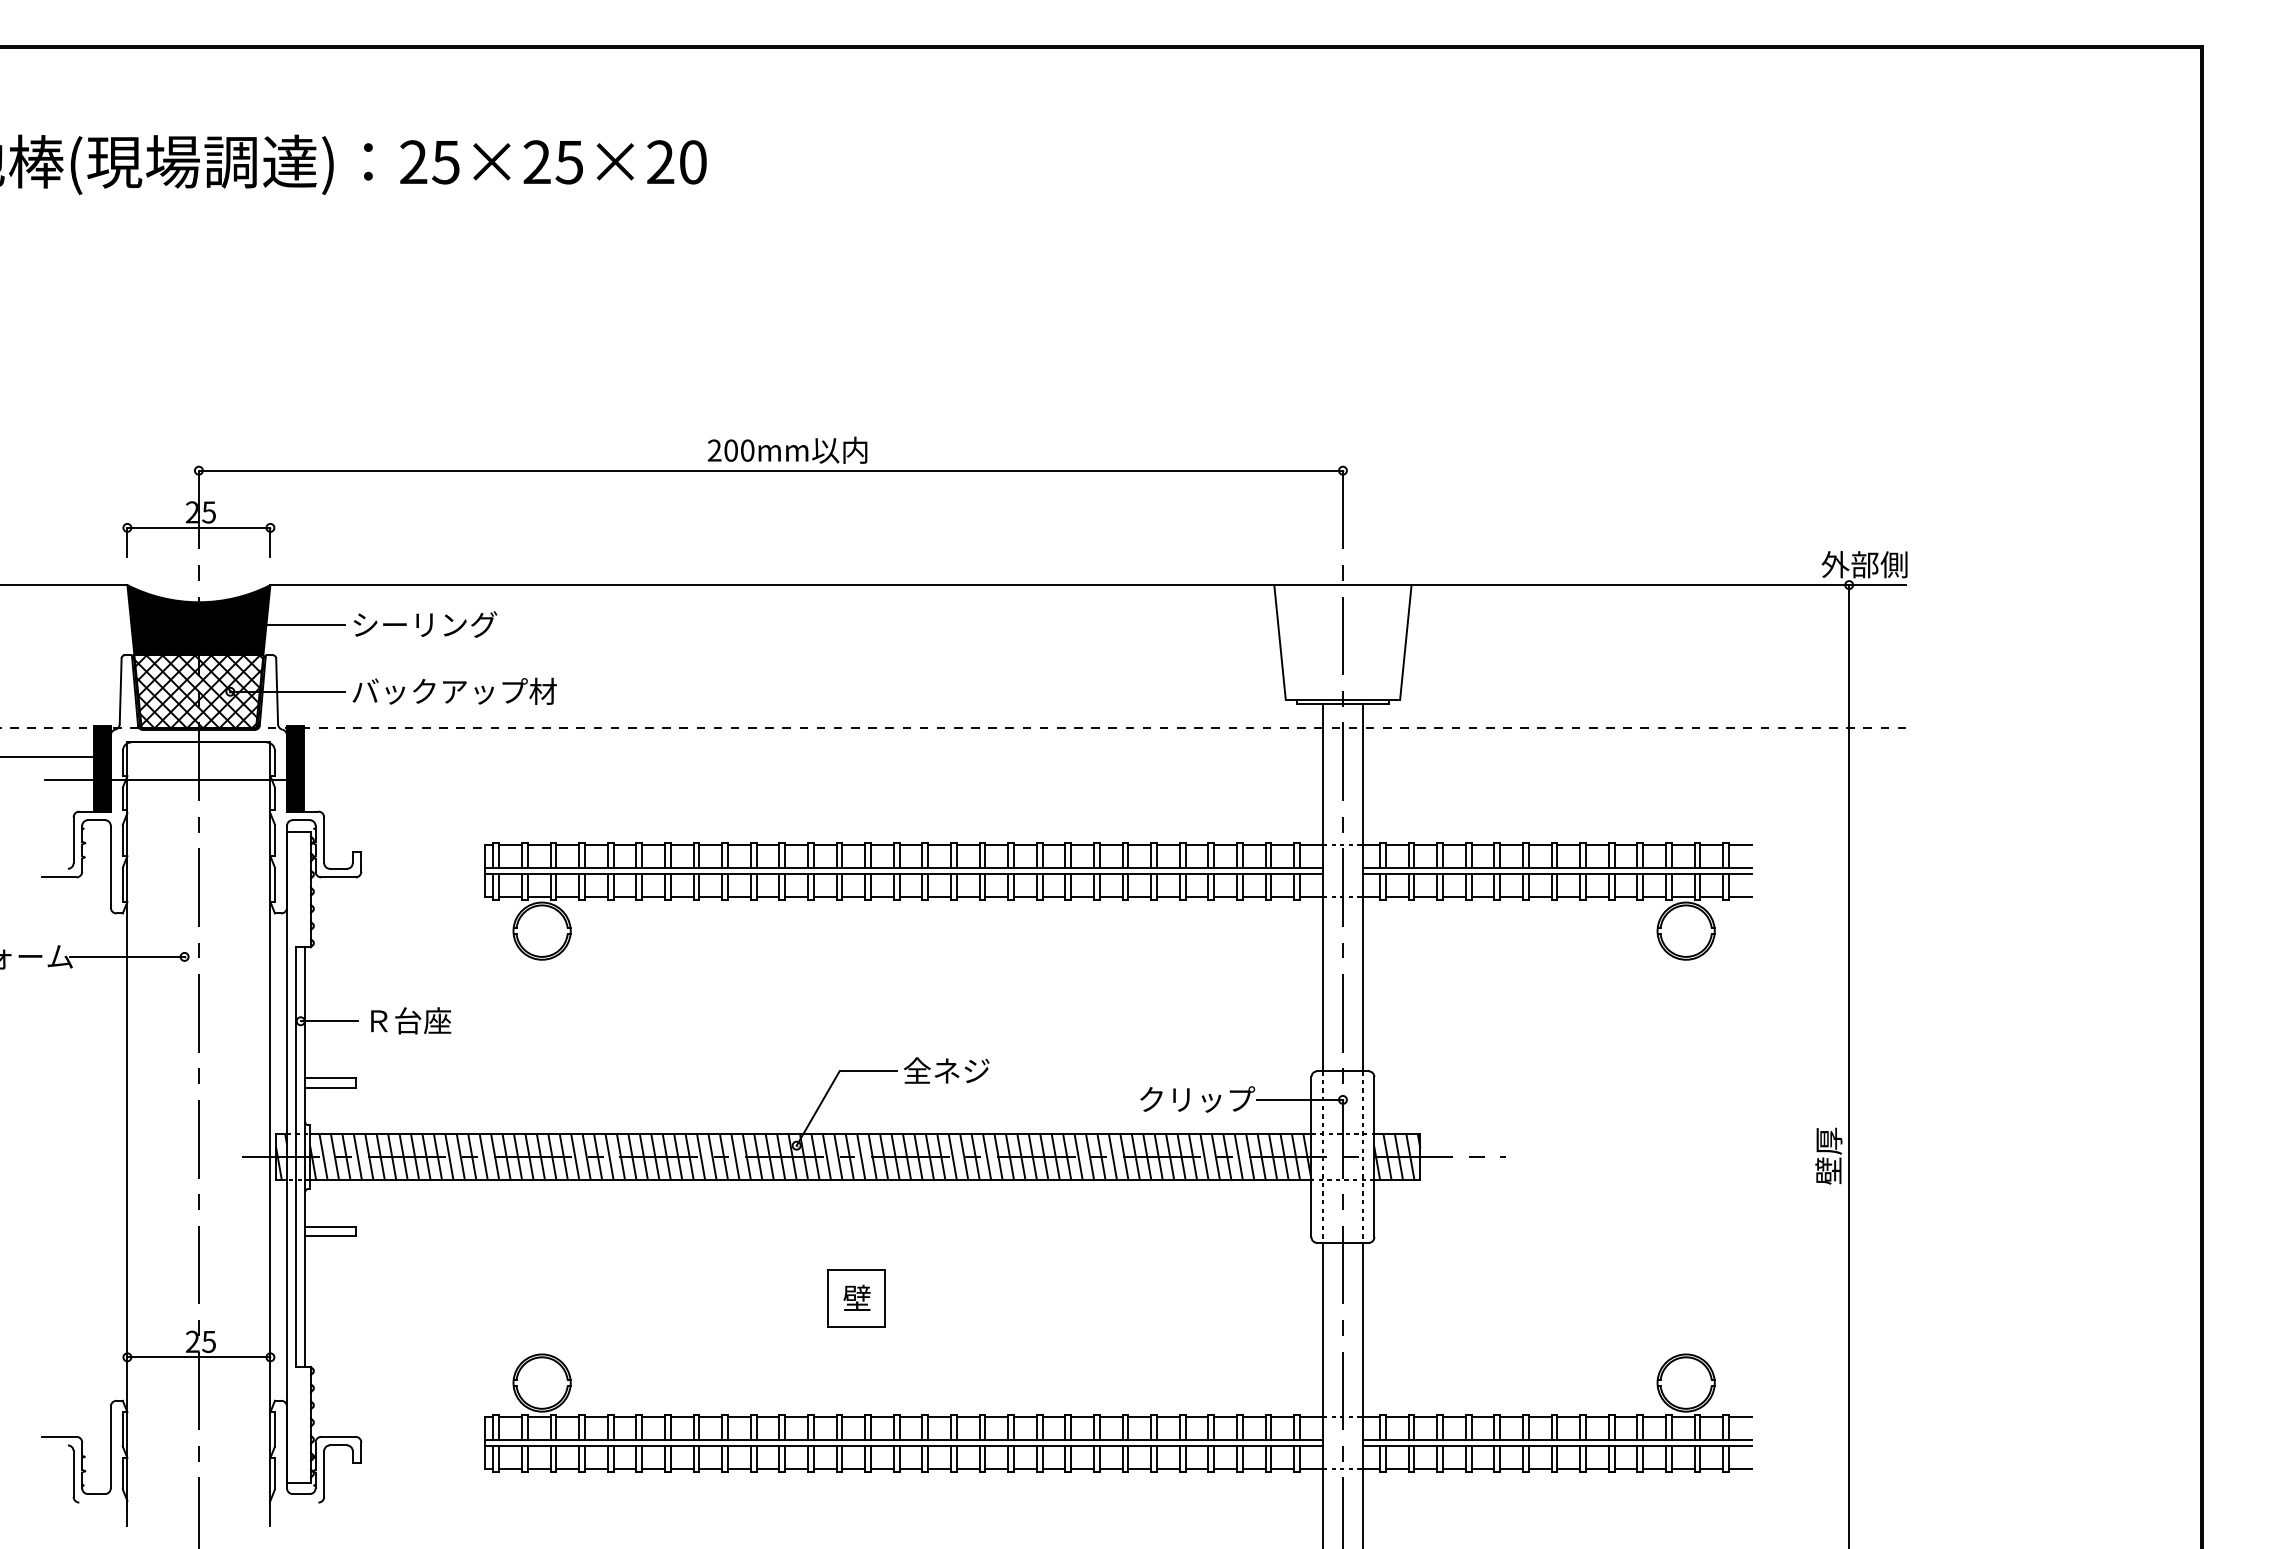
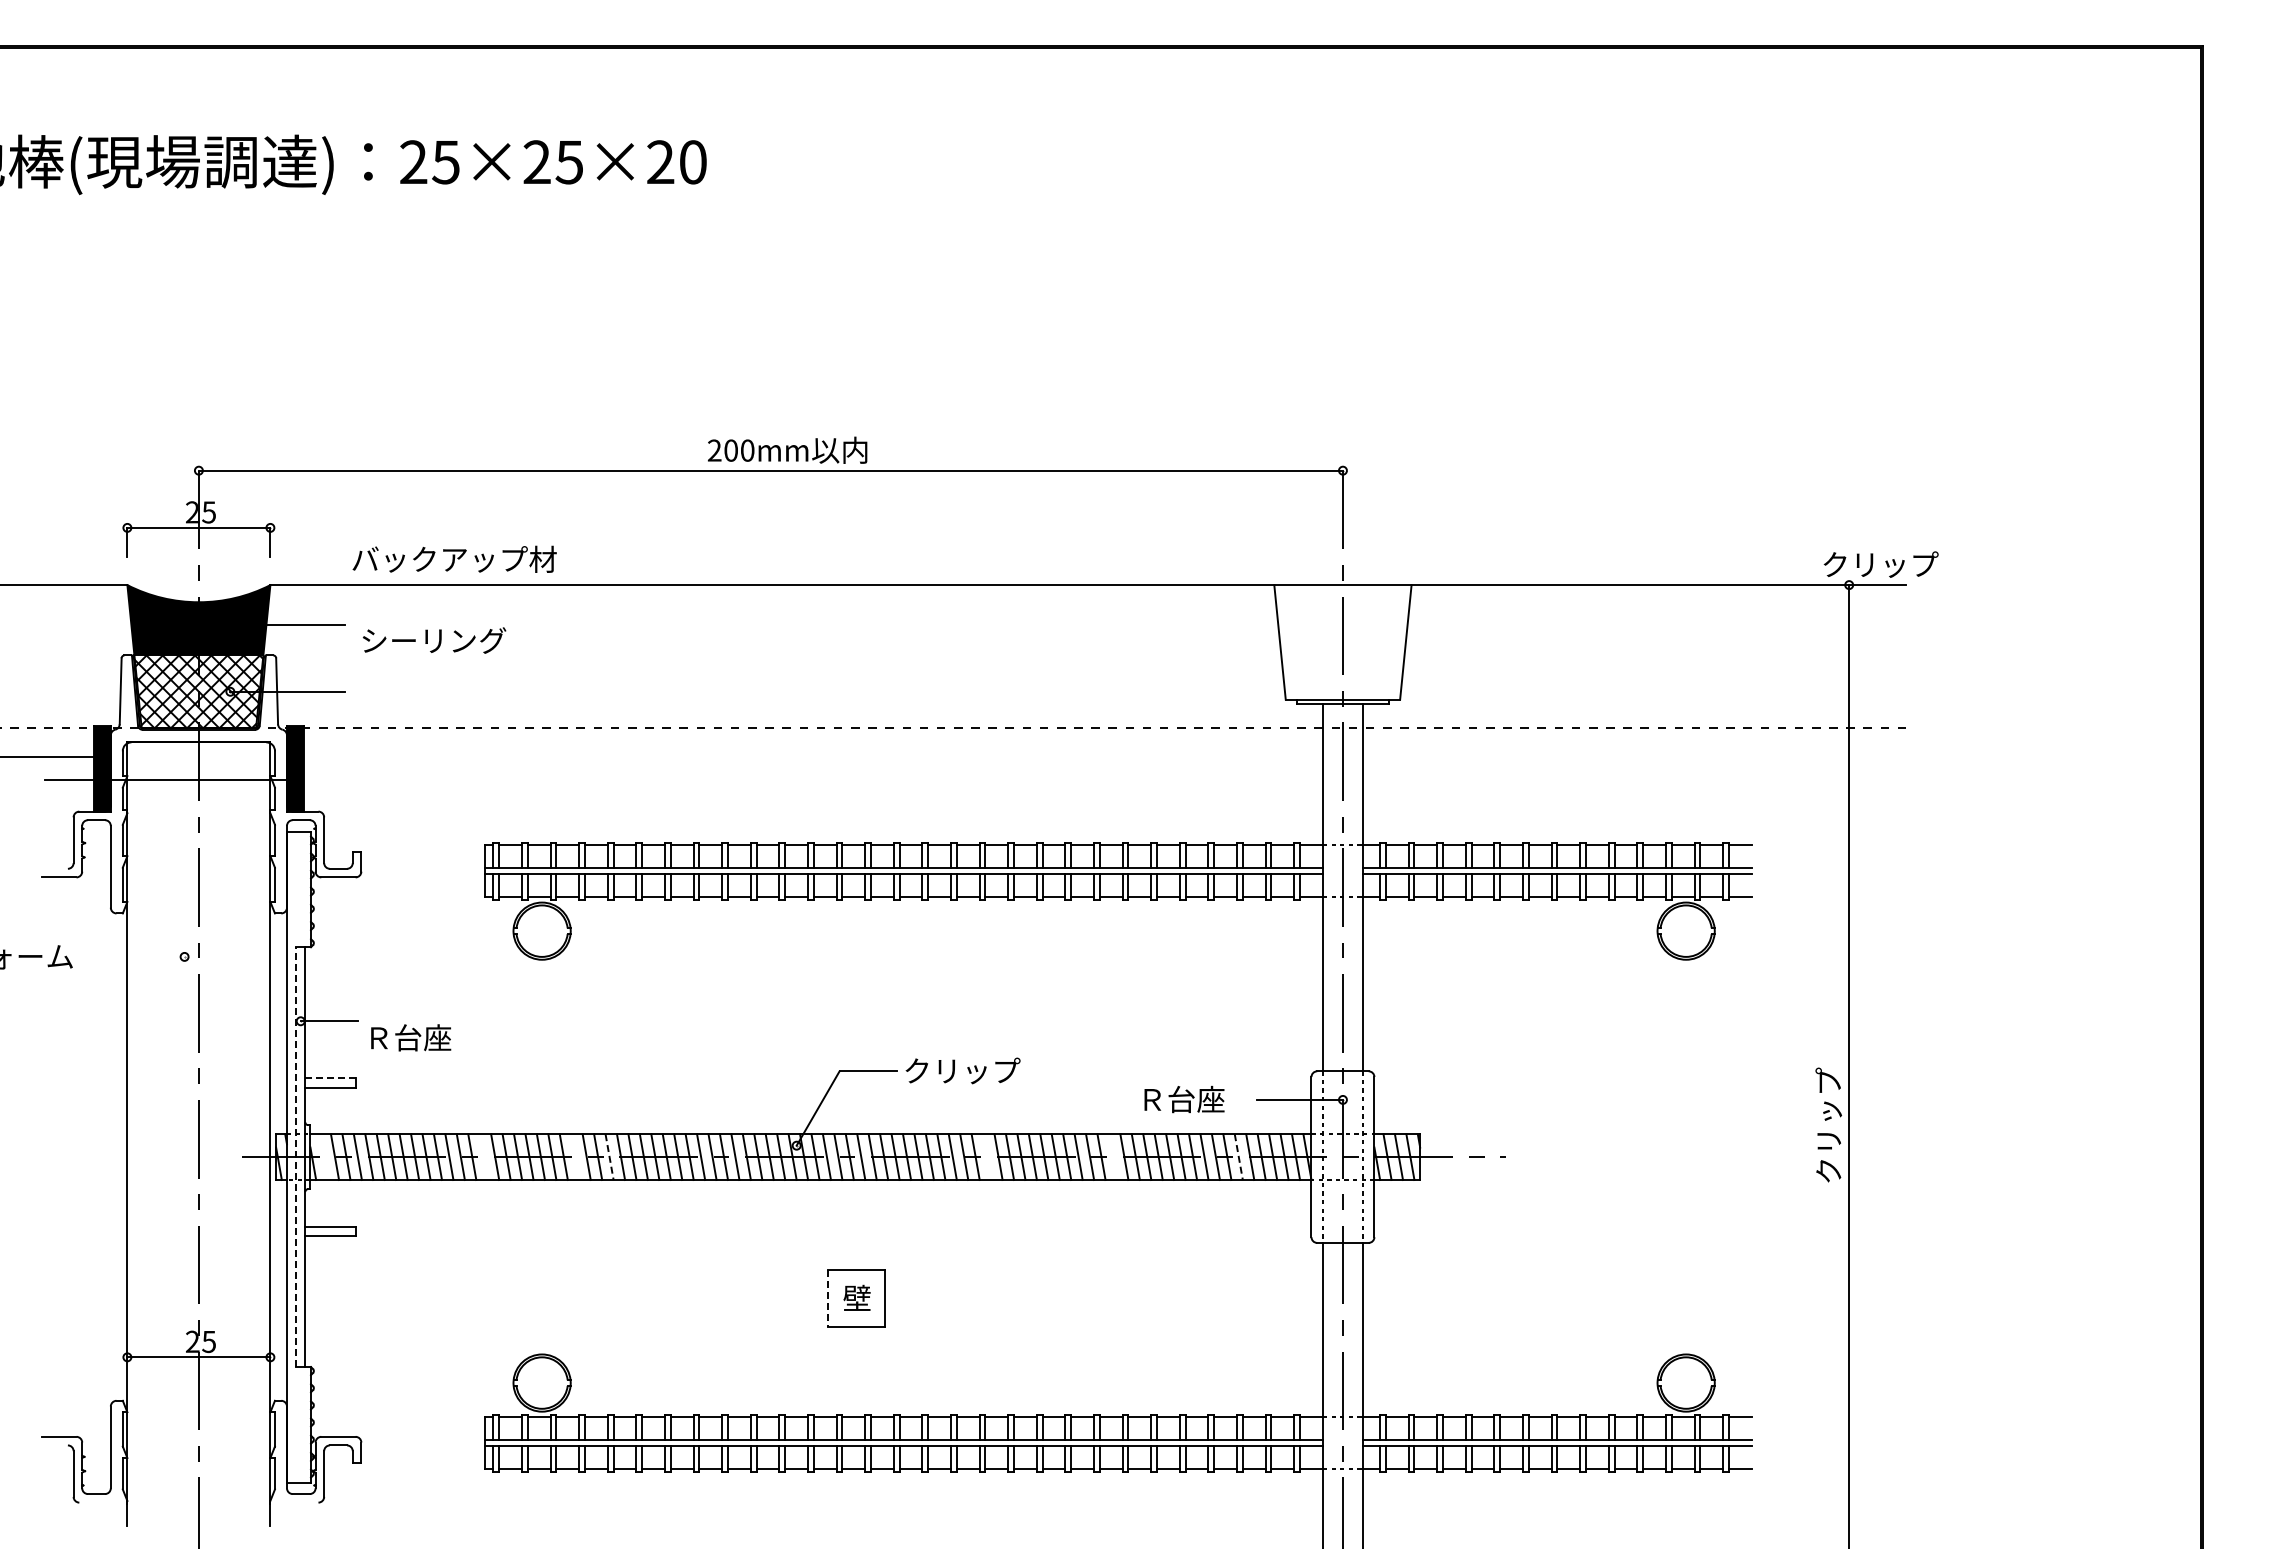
text at (1879, 564): 外部側 -> クリップ
text at (425, 624) position: (425, 624) -> (434, 640)
text at (454, 690) position: (454, 690) -> (454, 558)
line at (127, 956): present -> none
text at (411, 1020) position: (411, 1020) -> (411, 1037)
text at (961, 1070): 全ネジ -> クリップ
line at (330, 1078): solid -> dashed
text at (1197, 1099): クリップ -> Ｒ台座
text at (1828, 1125): 壁厚 -> クリップ
line at (296, 1157): solid -> dashed
line at (323, 1157): present -> none
line at (483, 1157): present -> none
line at (575, 1157): present -> none
line at (609, 1157): solid -> dashed
line at (987, 1157): present -> none
line at (1112, 1157): present -> none
line at (1238, 1157): solid -> dashed
line at (828, 1298): solid -> dashed
